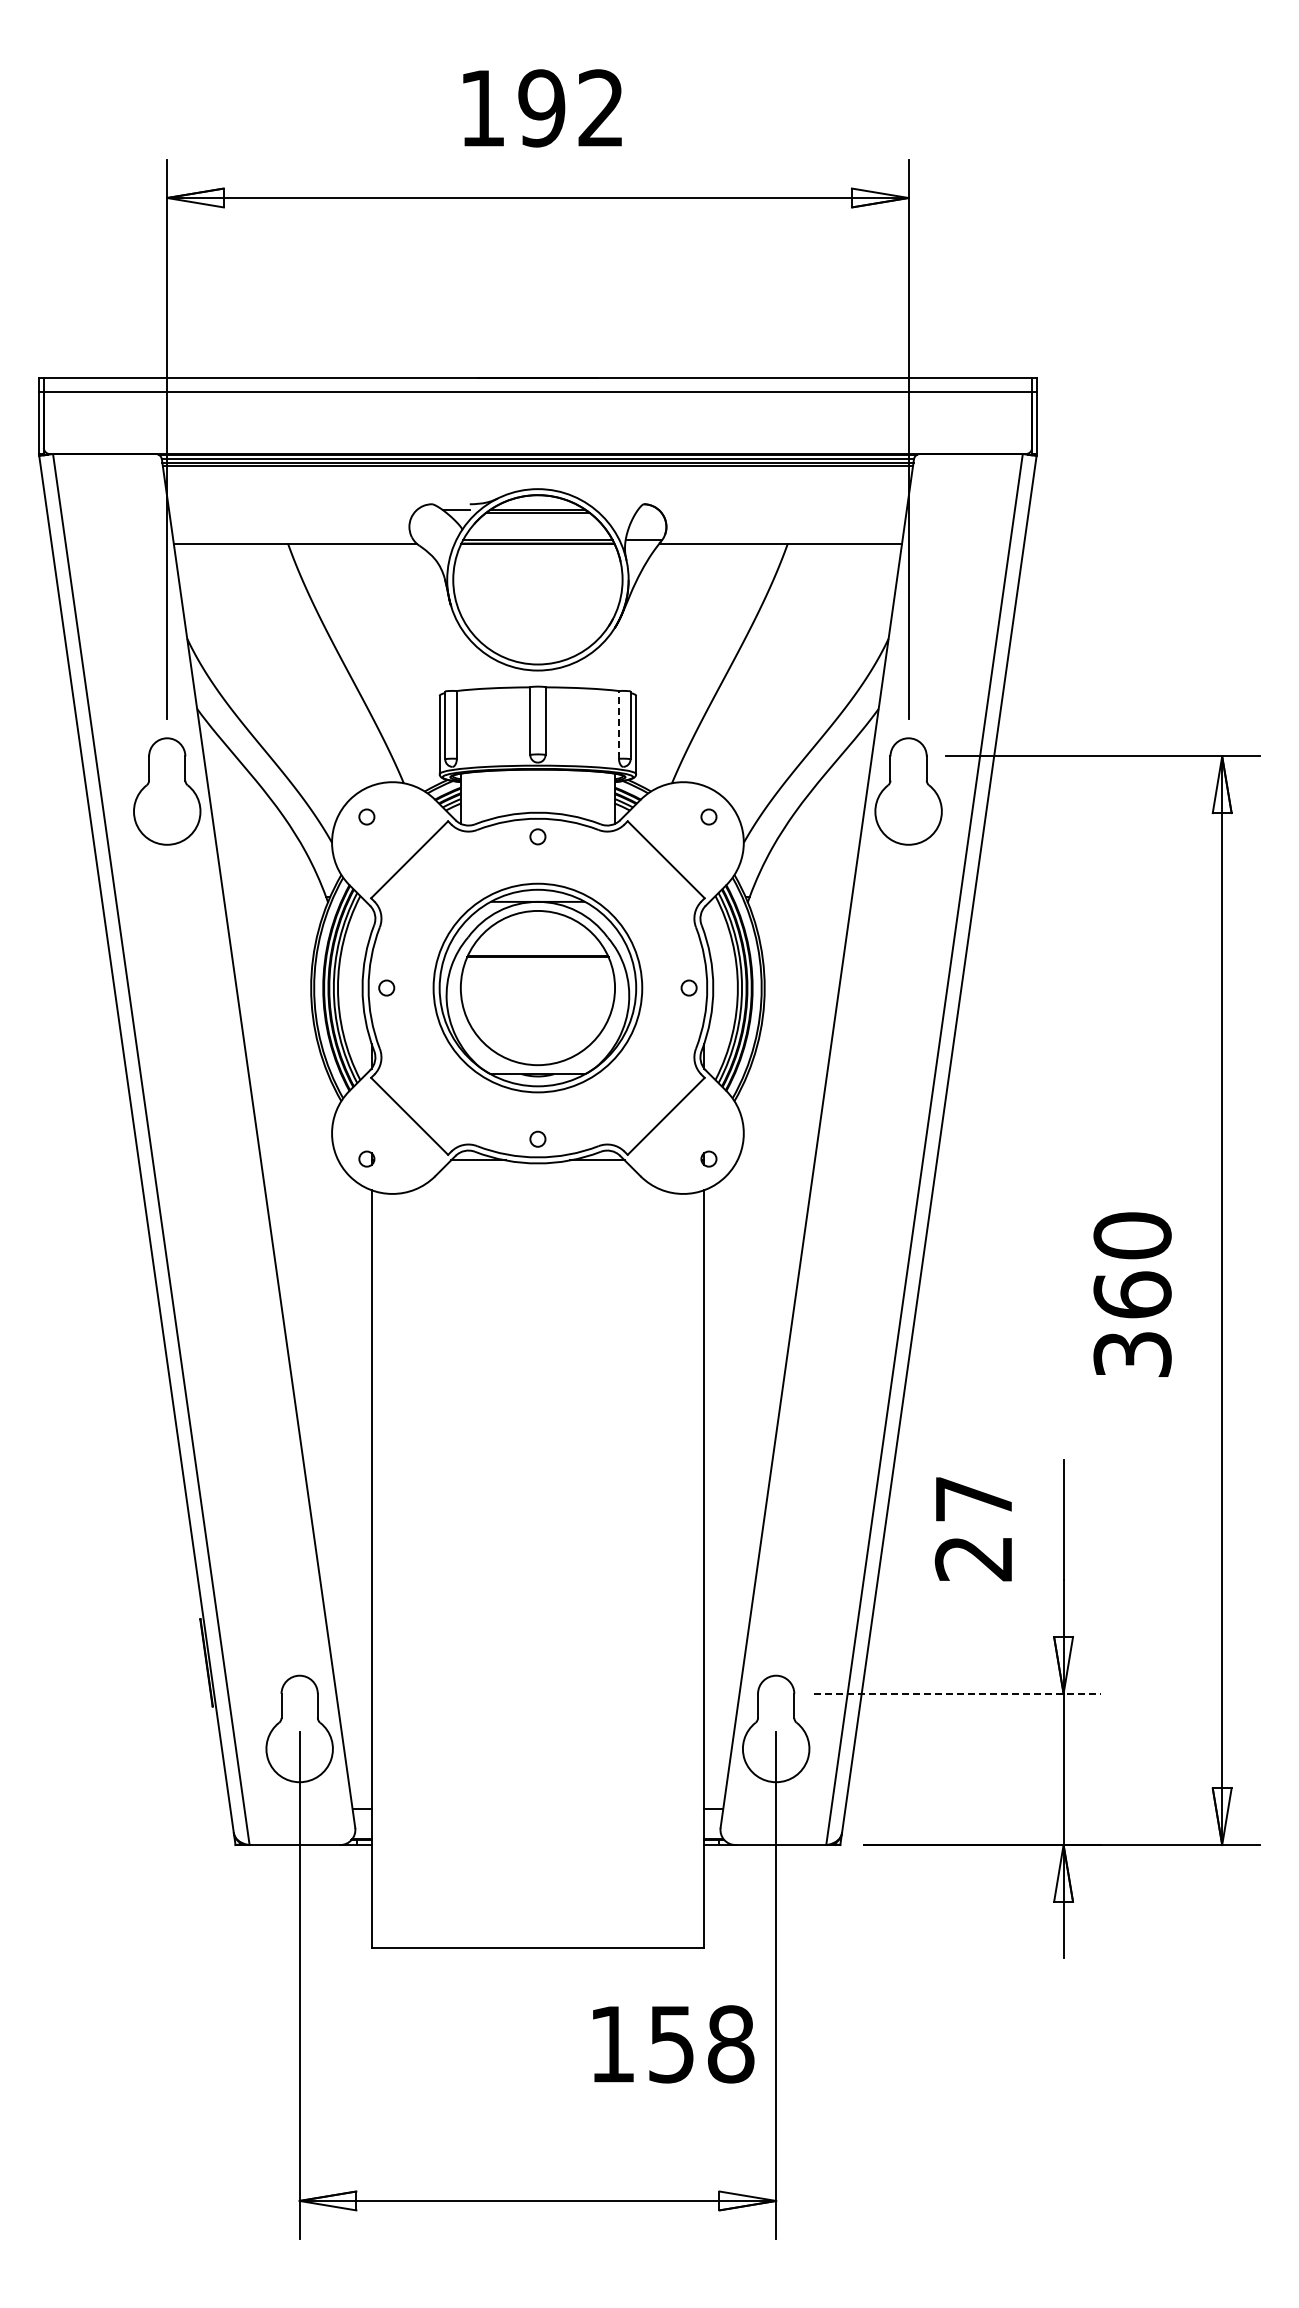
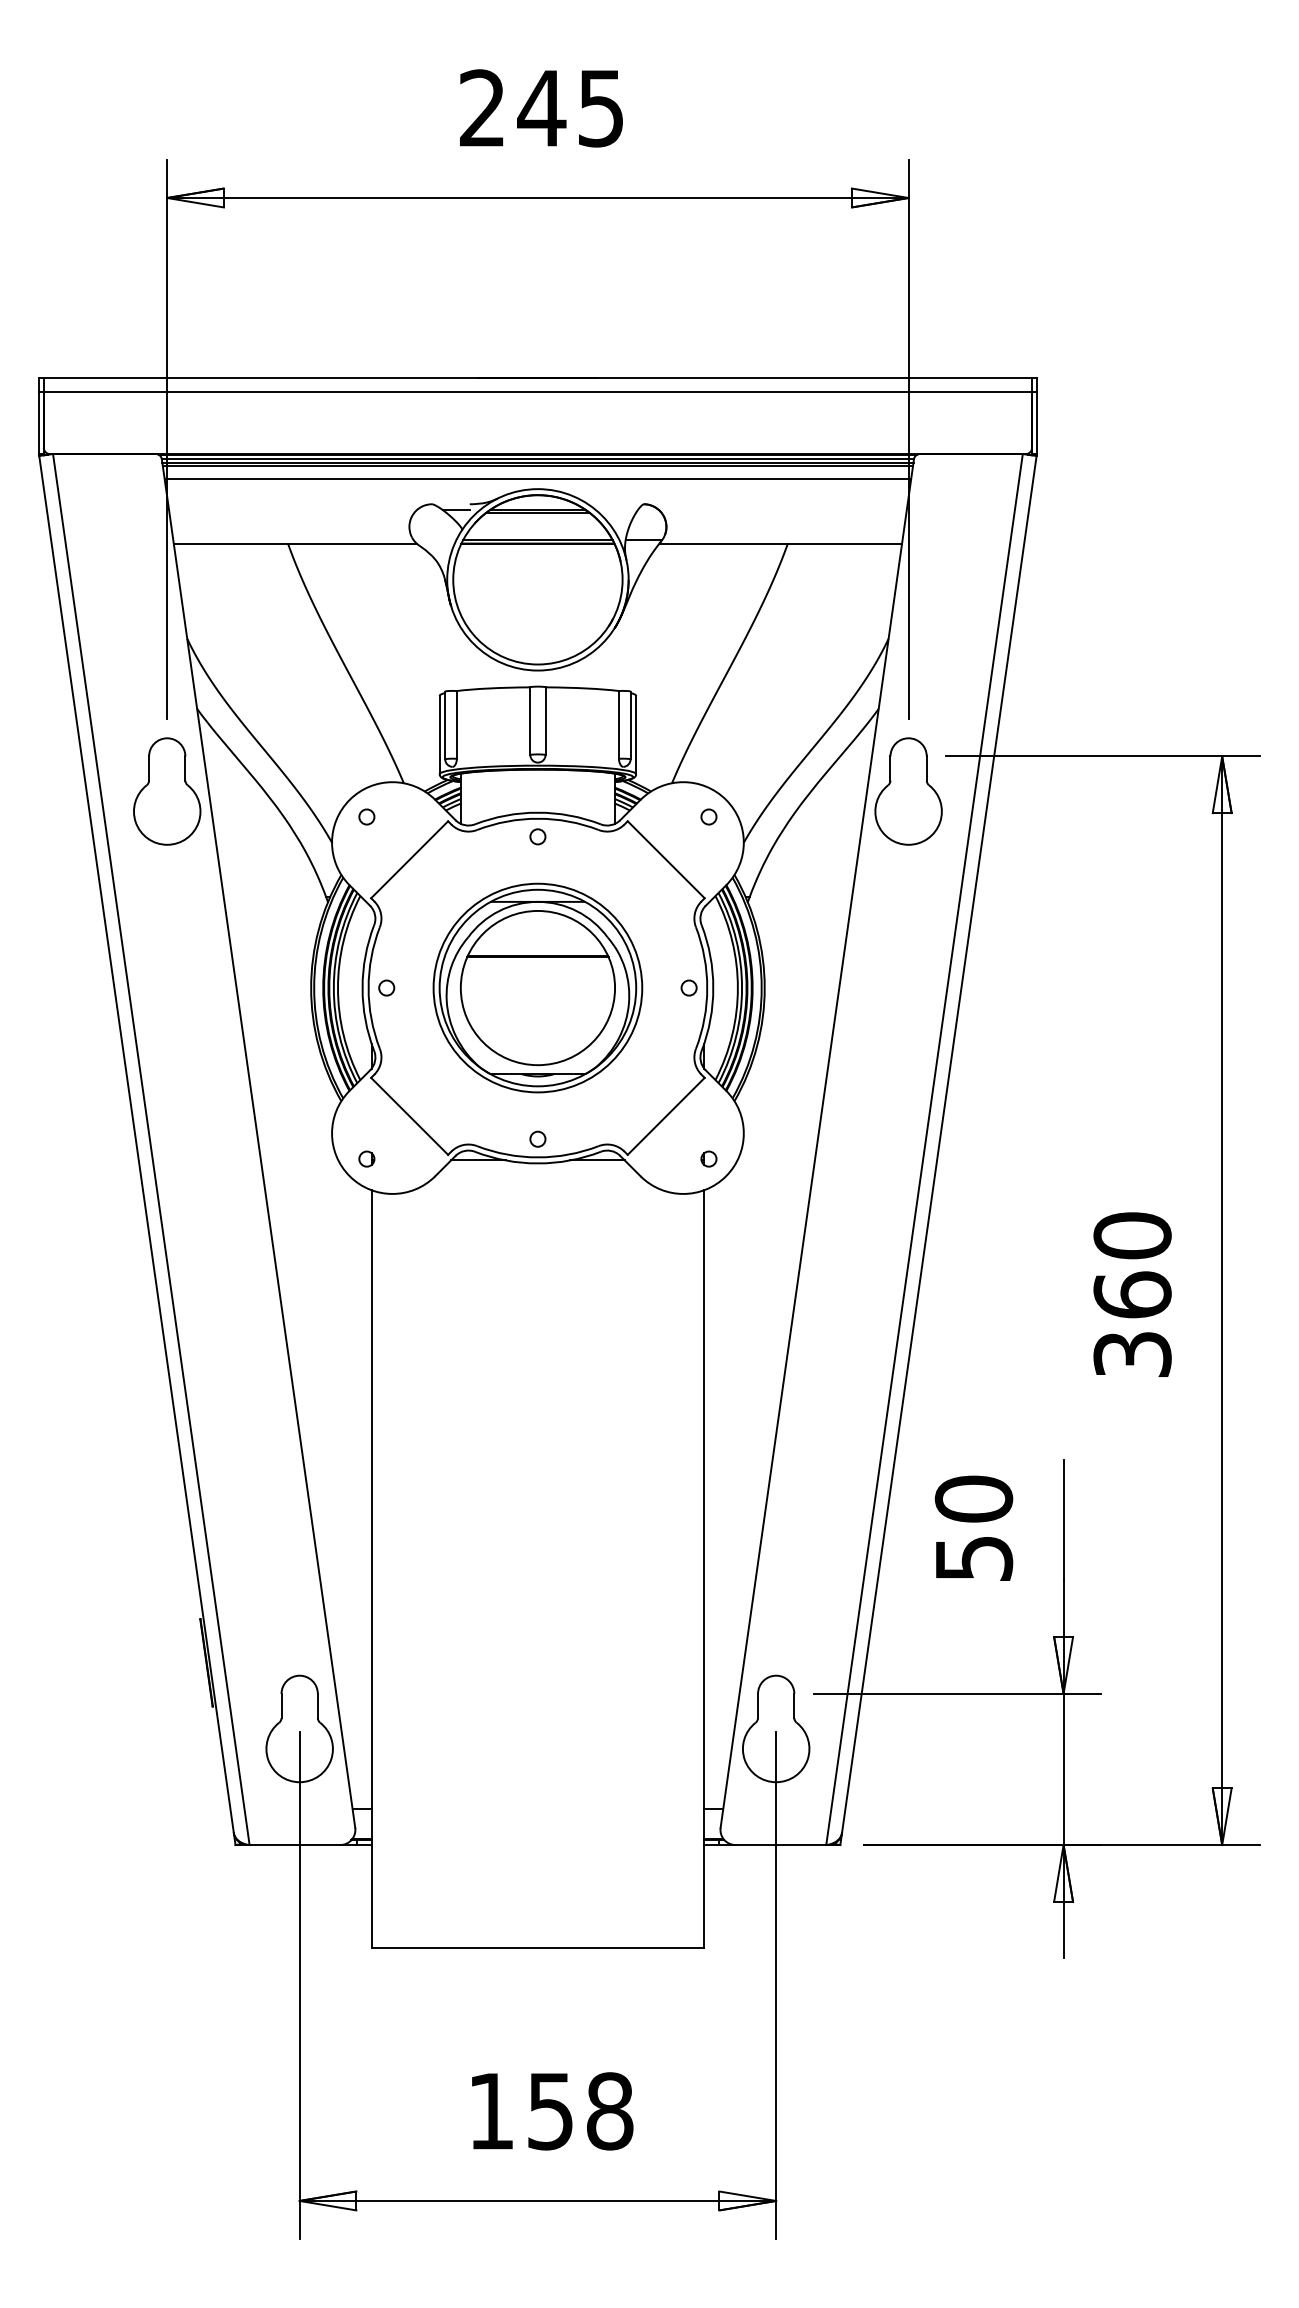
text at (541, 108): 192 -> 245
line at (537, 478): none -> present
line at (619, 724): dashed -> solid
text at (973, 1528): 27 -> 50
line at (957, 1693): dashed -> solid
text at (673, 2044) position: (673, 2044) -> (552, 2111)
